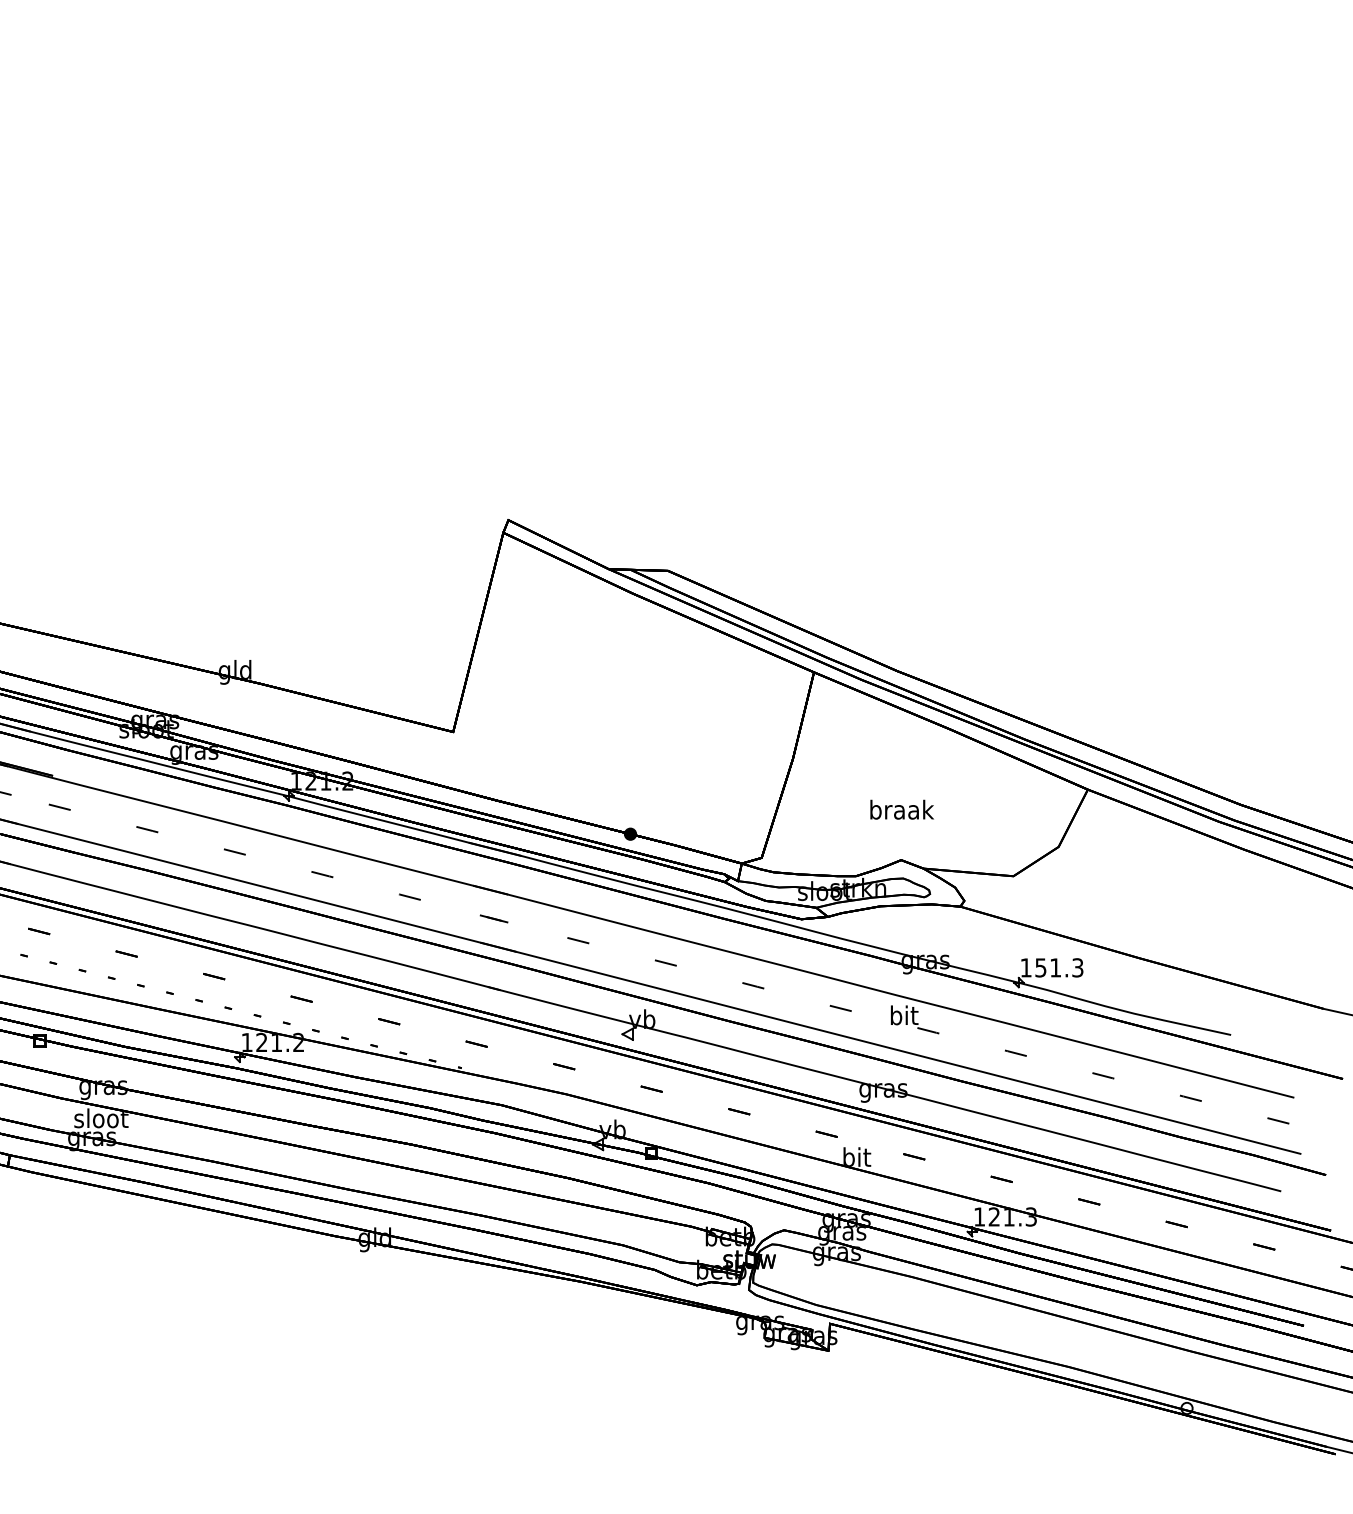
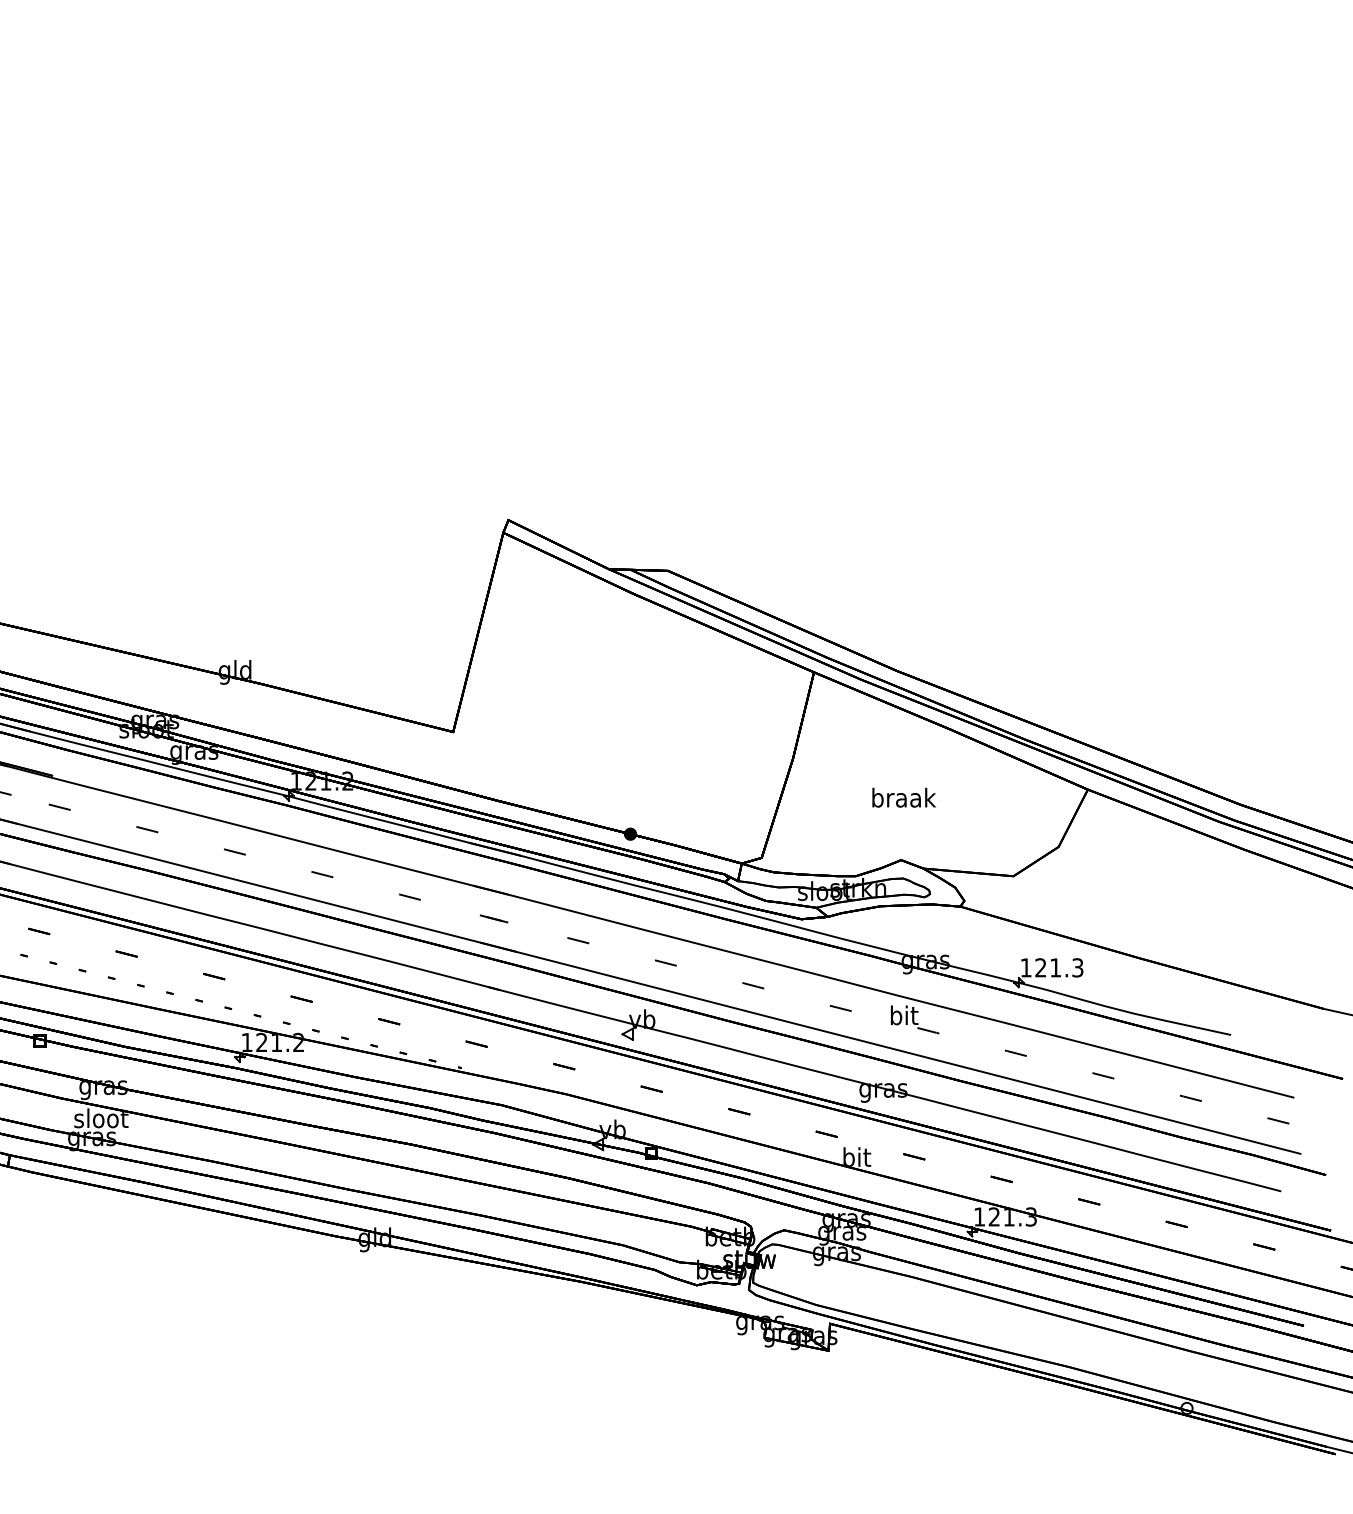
text at (901, 809) position: (901, 809) -> (903, 797)
text at (1040, 967): 151.3 -> 121.3
